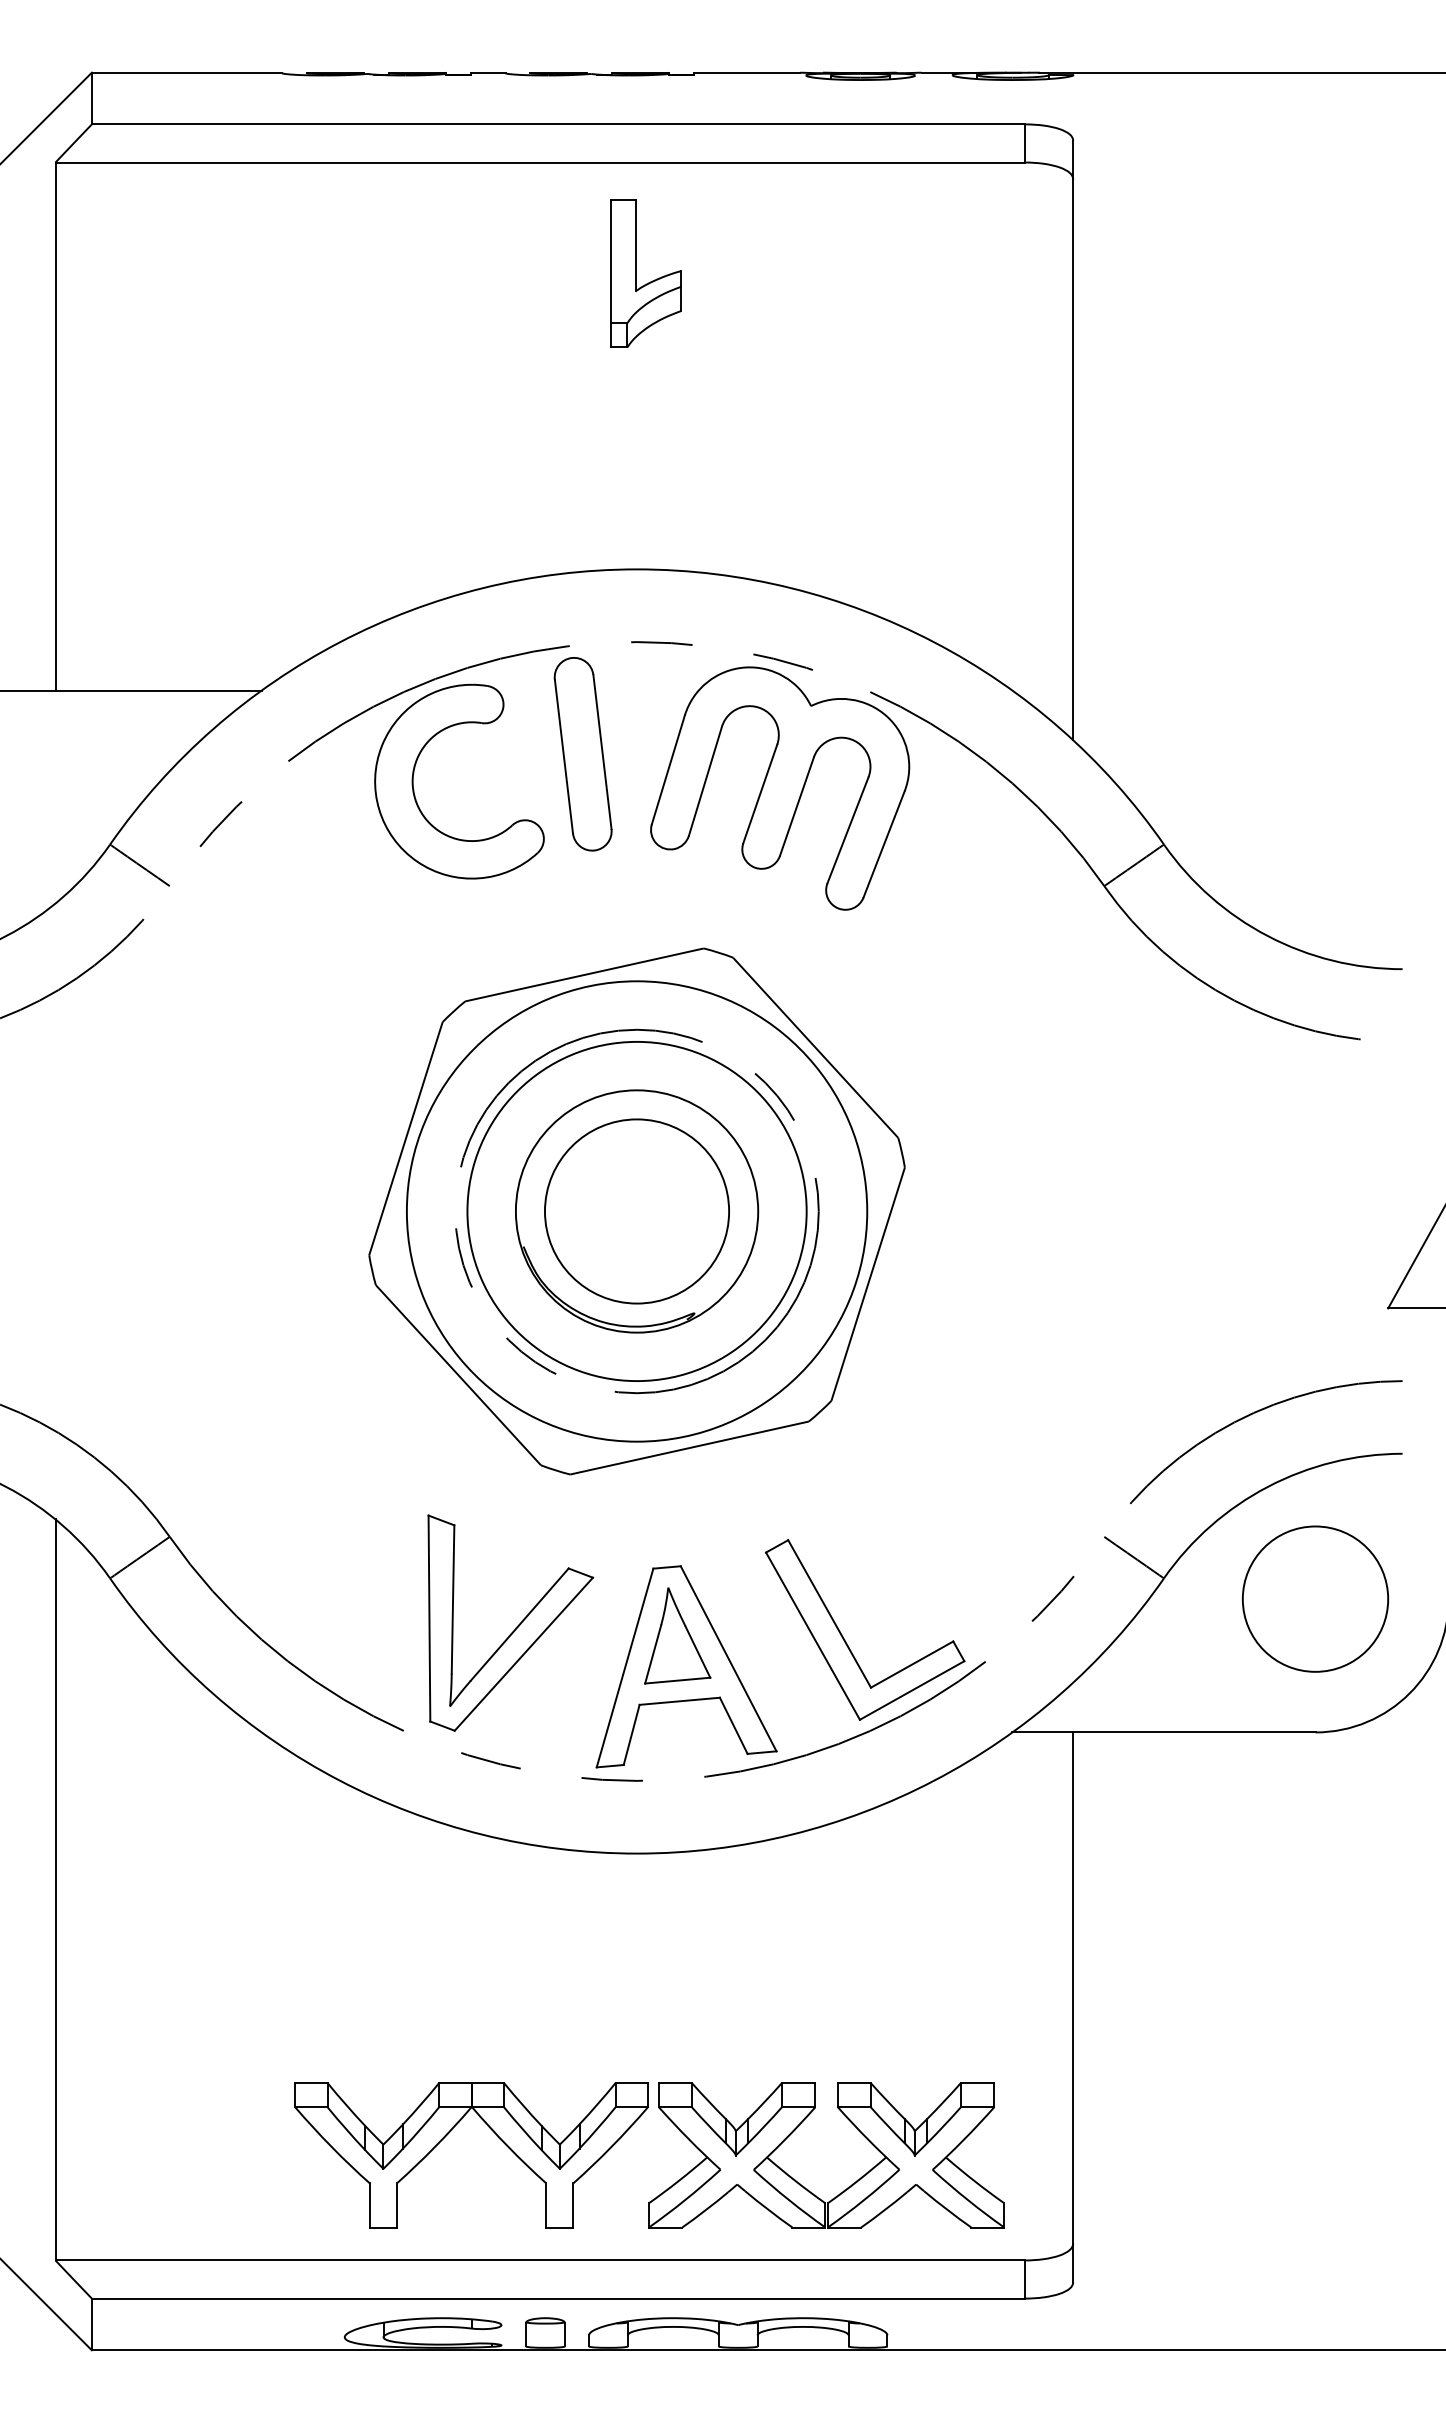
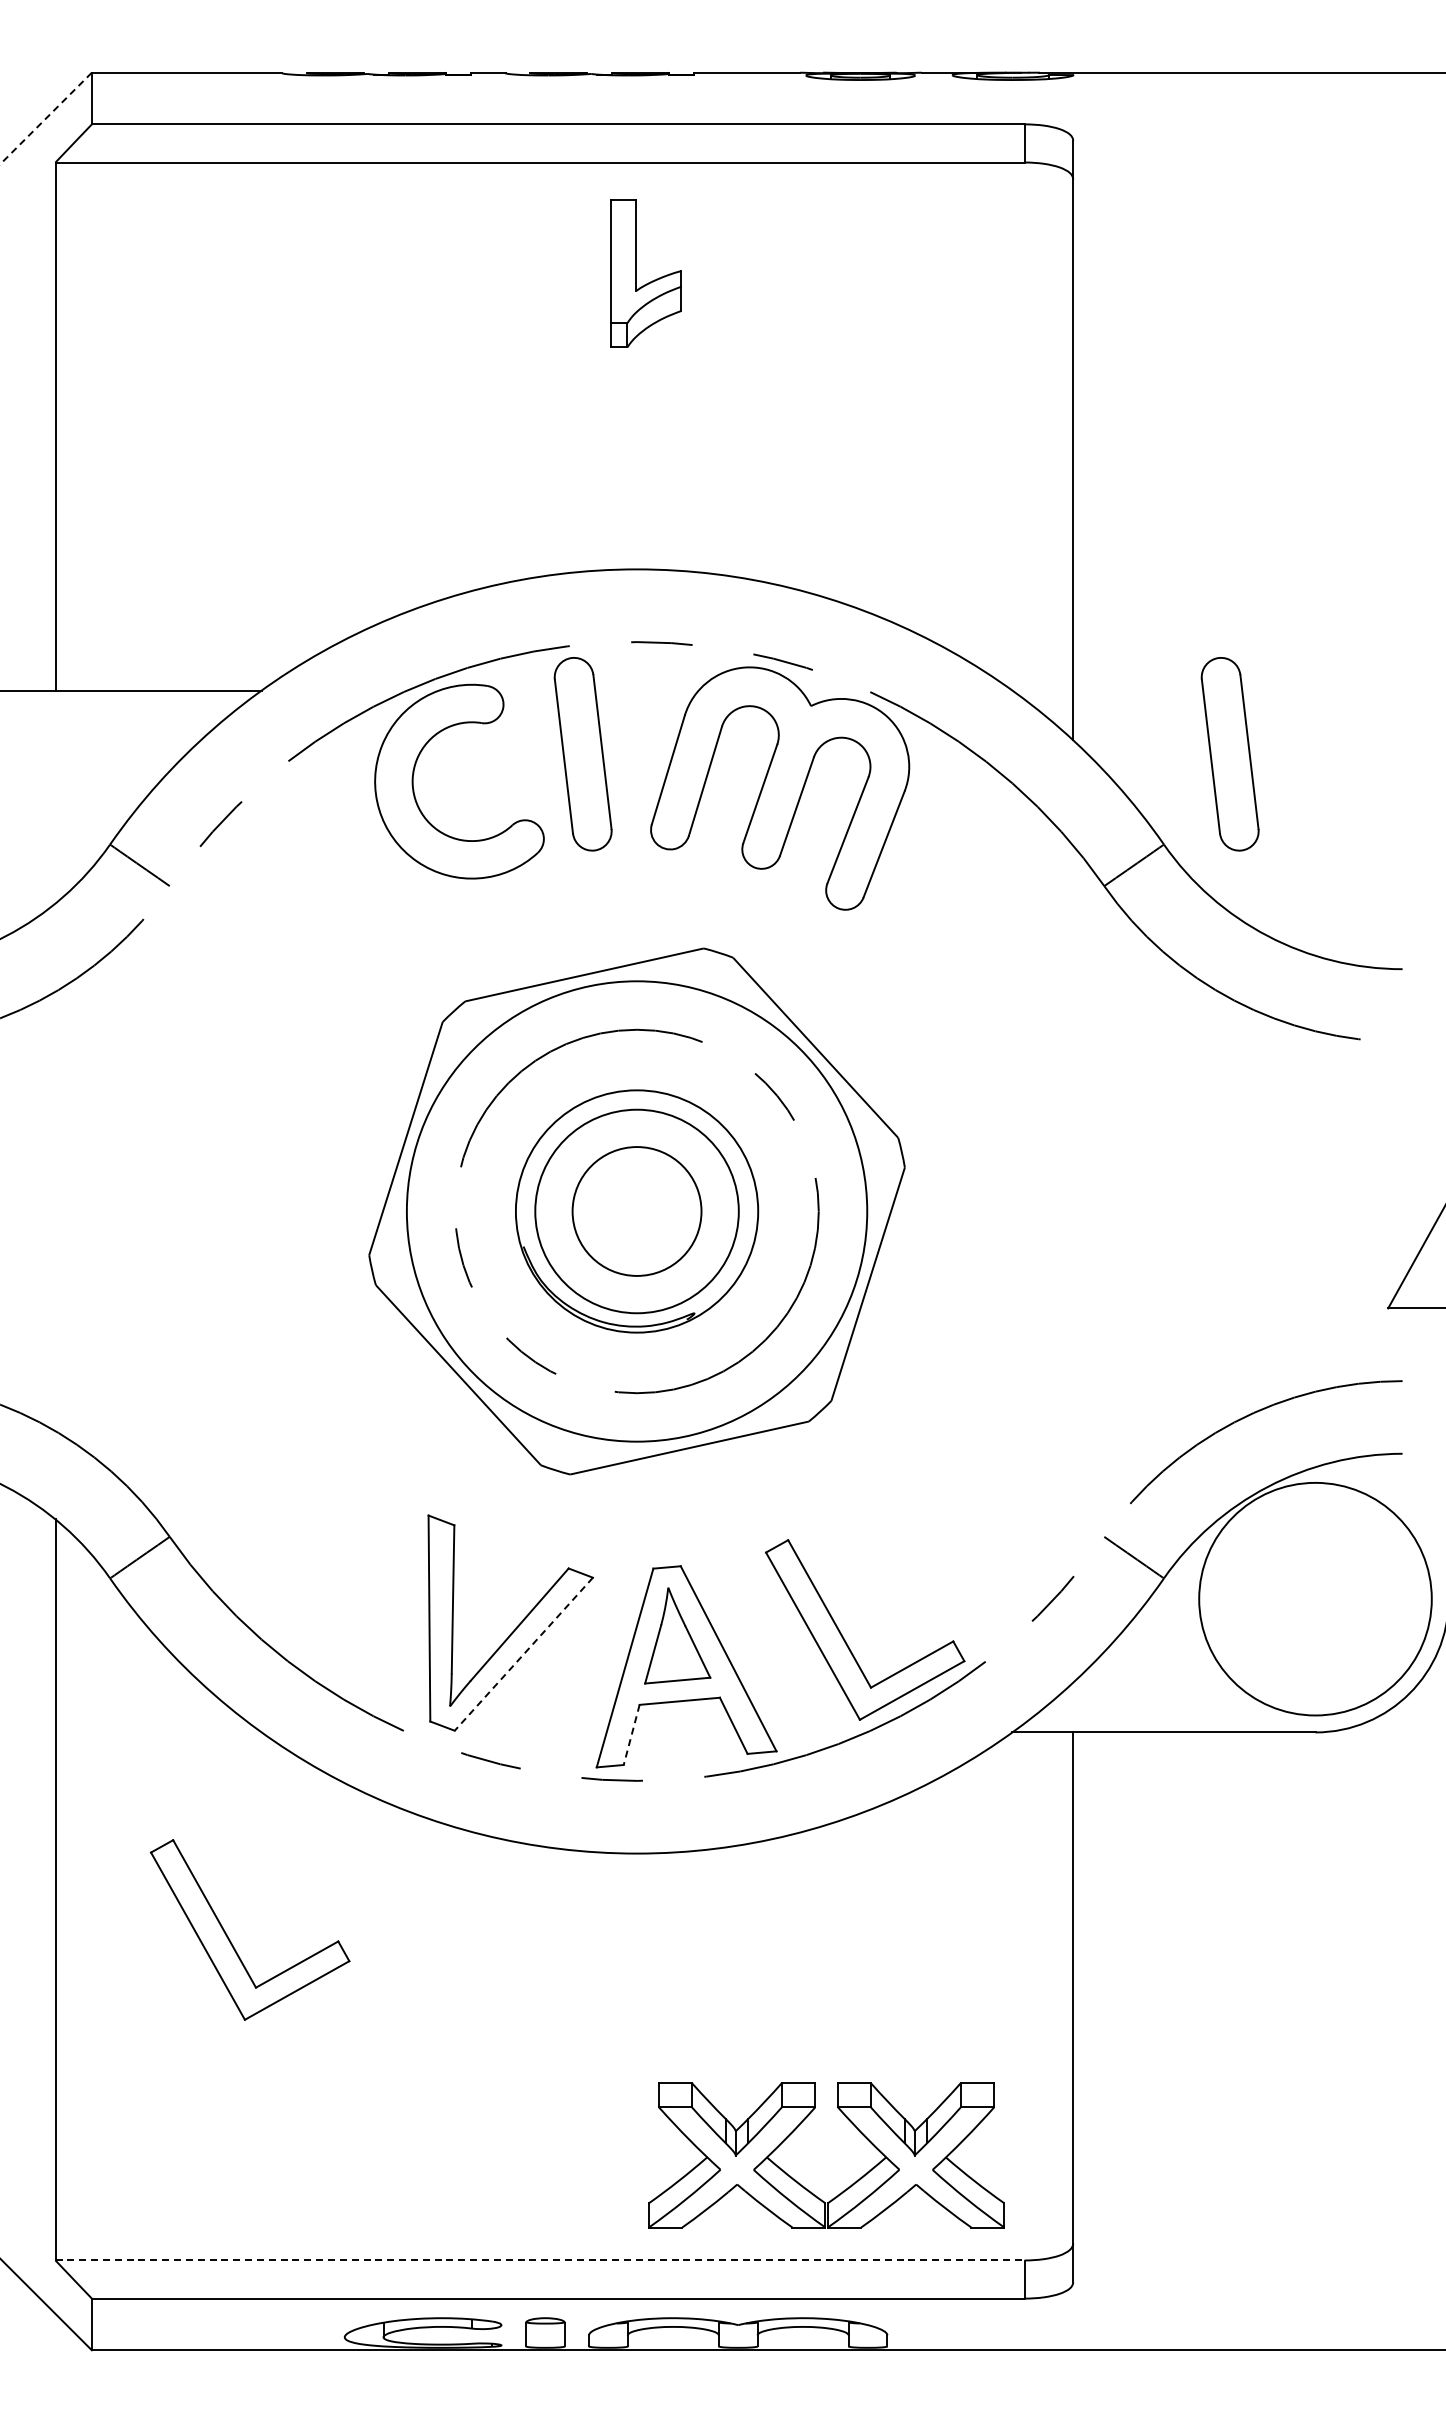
line at (46, 118): solid -> dashed
part at (1229, 754): none -> present
circle at (636, 1211) diameter: 184 px -> 129 px
circle at (636, 1211) diameter: 339 px -> 204 px
circle at (1315, 1598) diameter: 145 px -> 233 px
line at (523, 1654): solid -> dashed
line at (631, 1735): solid -> dashed
part at (231, 1941): none -> present
part at (449, 2133): present -> none
line at (540, 2260): solid -> dashed
